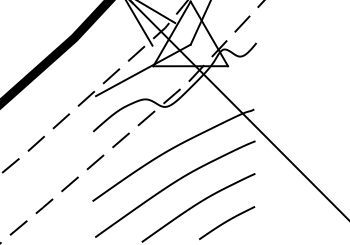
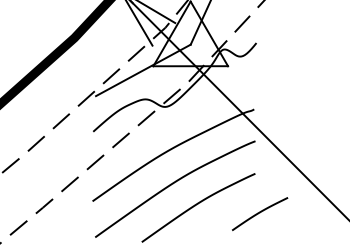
curve at (227, 222) position: (227, 222) -> (260, 213)
